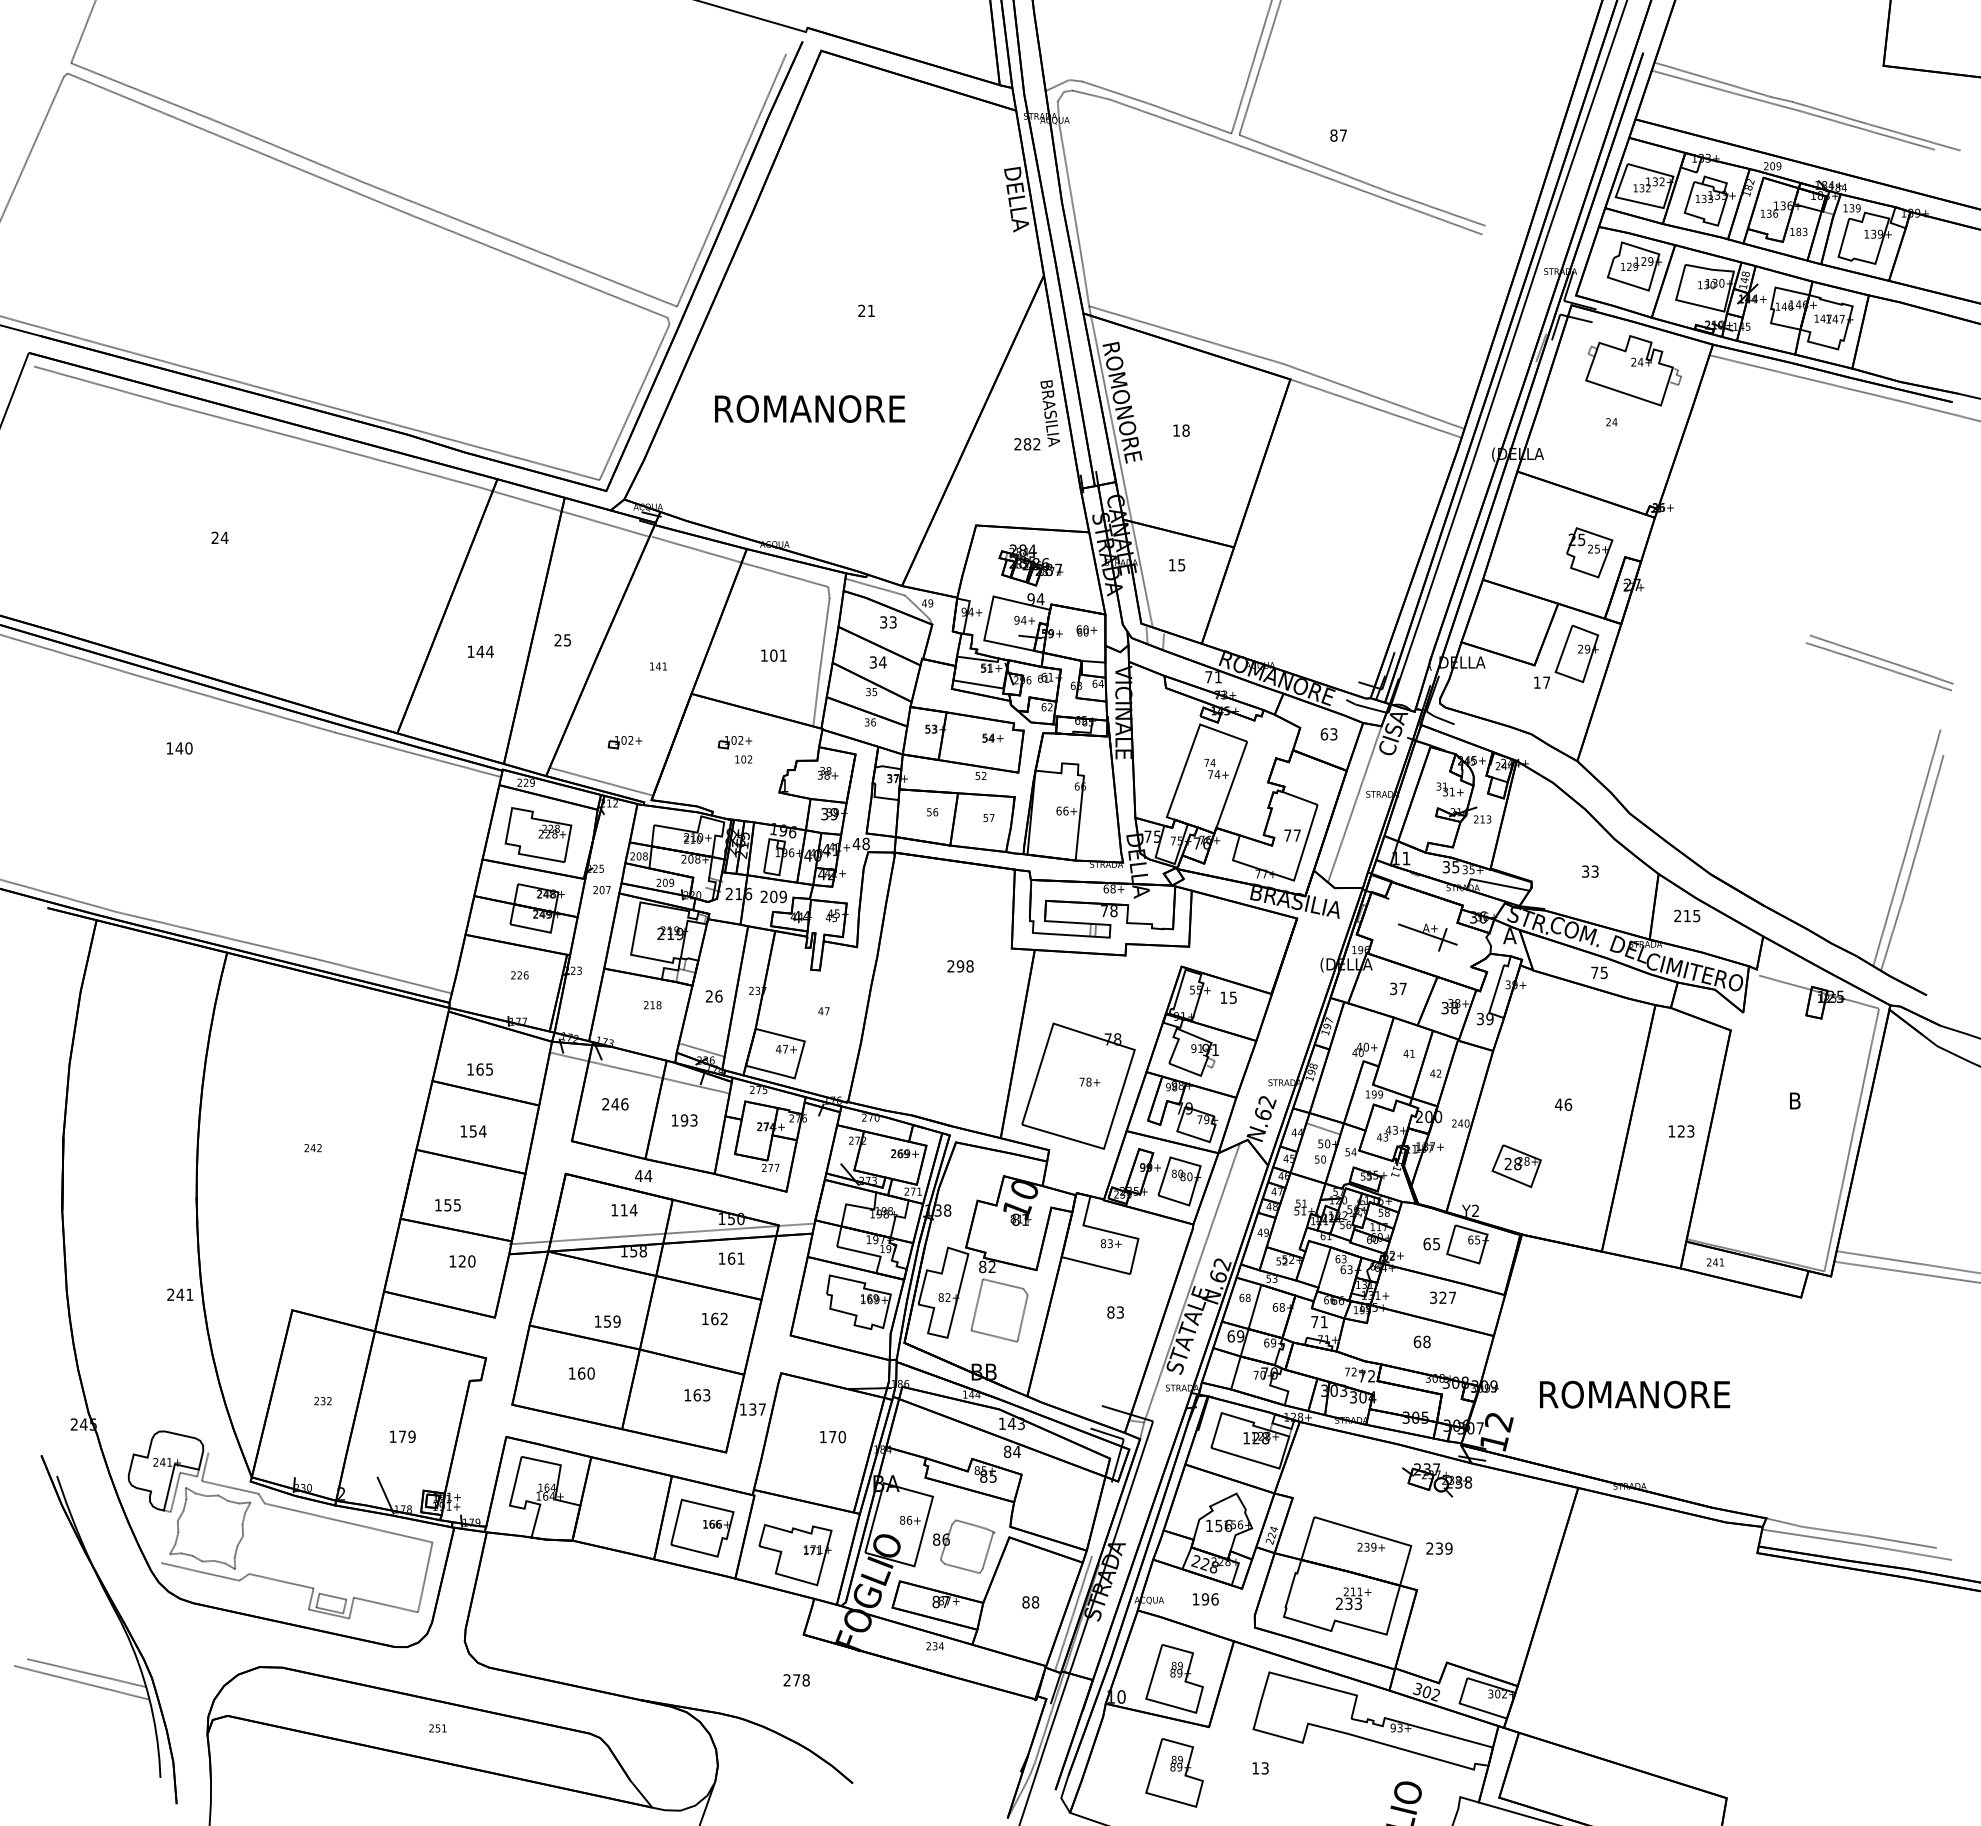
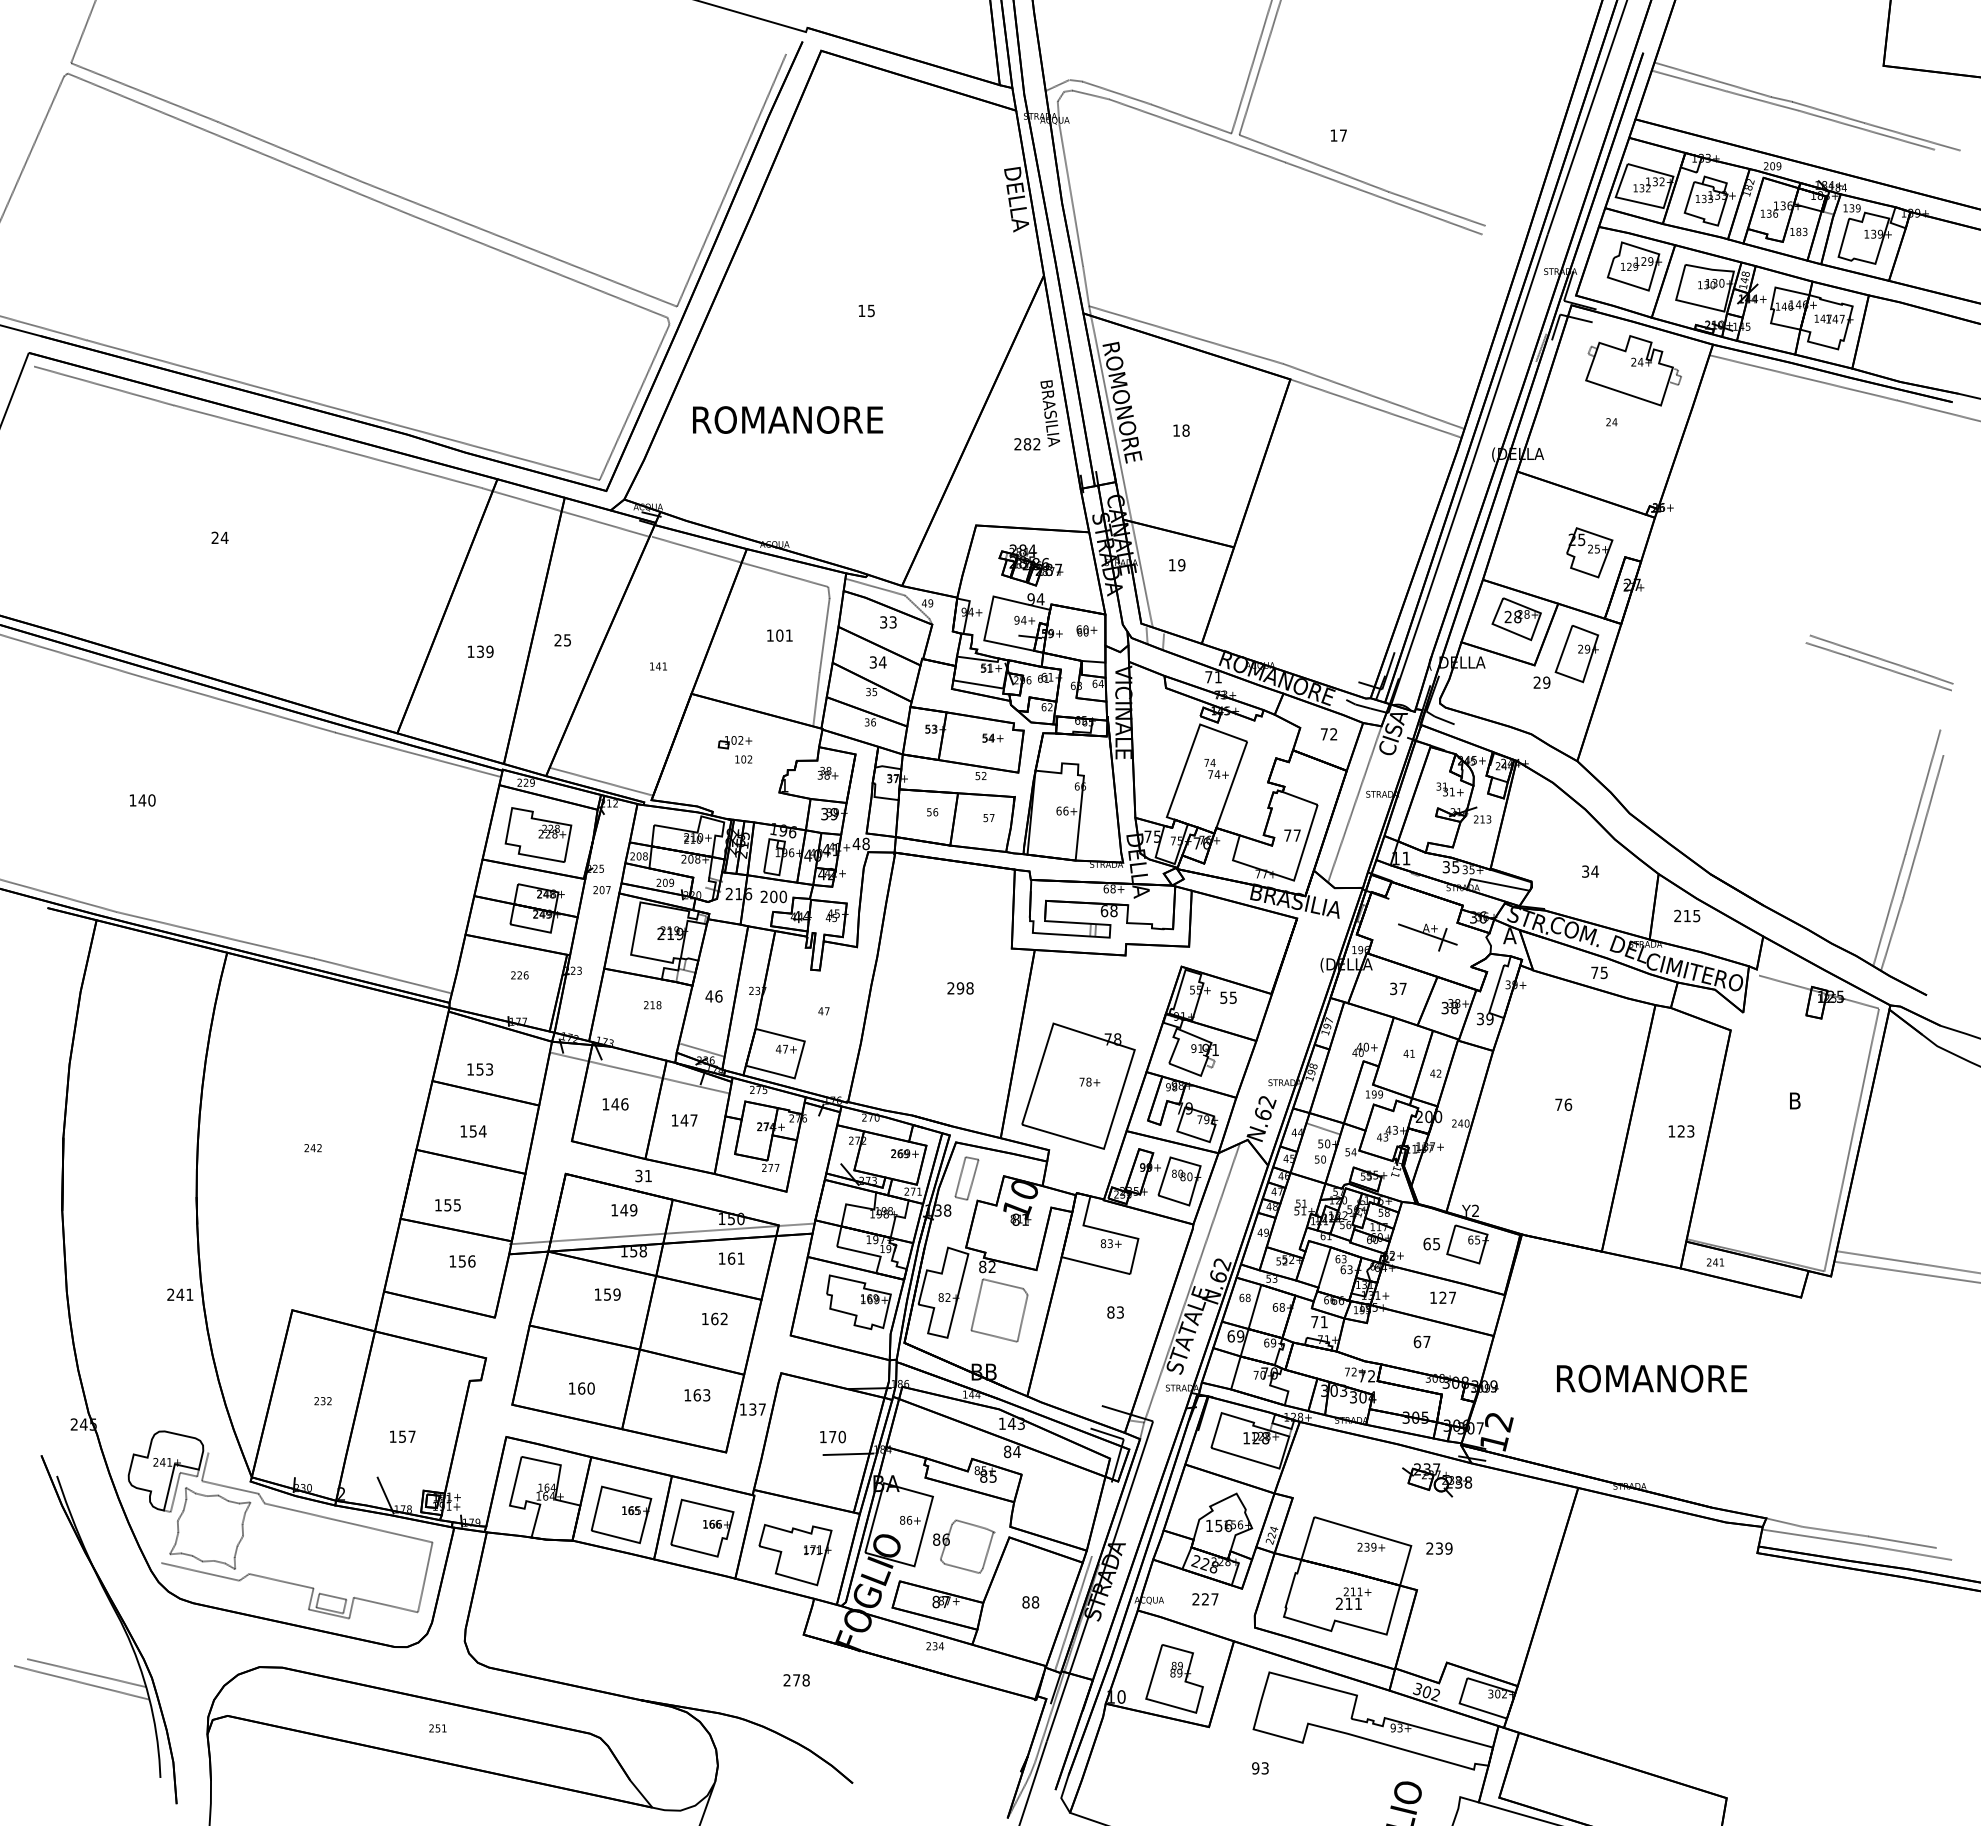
text at (1333, 135): 87 -> 17
text at (866, 310): 21 -> 15
text at (810, 408) position: (810, 408) -> (788, 419)
text at (1181, 565): 15 -> 19
text at (484, 651): 144 -> 139
text at (773, 655) position: (773, 655) -> (779, 635)
text at (1541, 682): 17 -> 29
text at (1328, 734): 63 -> 72
part at (624, 742): present -> none
text at (179, 748) position: (179, 748) -> (142, 800)
text at (1594, 871): 33 -> 34
text at (782, 897): 209 -> 200
text at (1104, 911): 78 -> 68
text at (960, 966) position: (960, 966) -> (960, 988)
text at (709, 996): 26 -> 46
text at (1223, 997): 15 -> 55
text at (484, 1069): 165 -> 153
text at (605, 1104): 246 -> 146
text at (1558, 1104): 46 -> 76
text at (688, 1120): 193 -> 147
part at (1516, 1166) position: (1516, 1166) -> (1516, 619)
text at (643, 1175): 44 -> 31
part at (966, 1178): none -> present
text at (628, 1210): 114 -> 149
text at (466, 1261): 120 -> 156
text at (1433, 1297): 327 -> 127
text at (607, 1321) position: (607, 1321) -> (607, 1294)
text at (1426, 1341): 68 -> 67
text at (581, 1373) position: (581, 1373) -> (581, 1388)
text at (1635, 1394) position: (1635, 1394) -> (1652, 1378)
text at (407, 1436): 179 -> 157
line at (848, 1454): none -> present
part at (621, 1514): none -> present
text at (1205, 1599): 196 -> 227
text at (1353, 1603): 233 -> 211
text at (1255, 1768): 13 -> 93
part at (1174, 1772): present -> none
